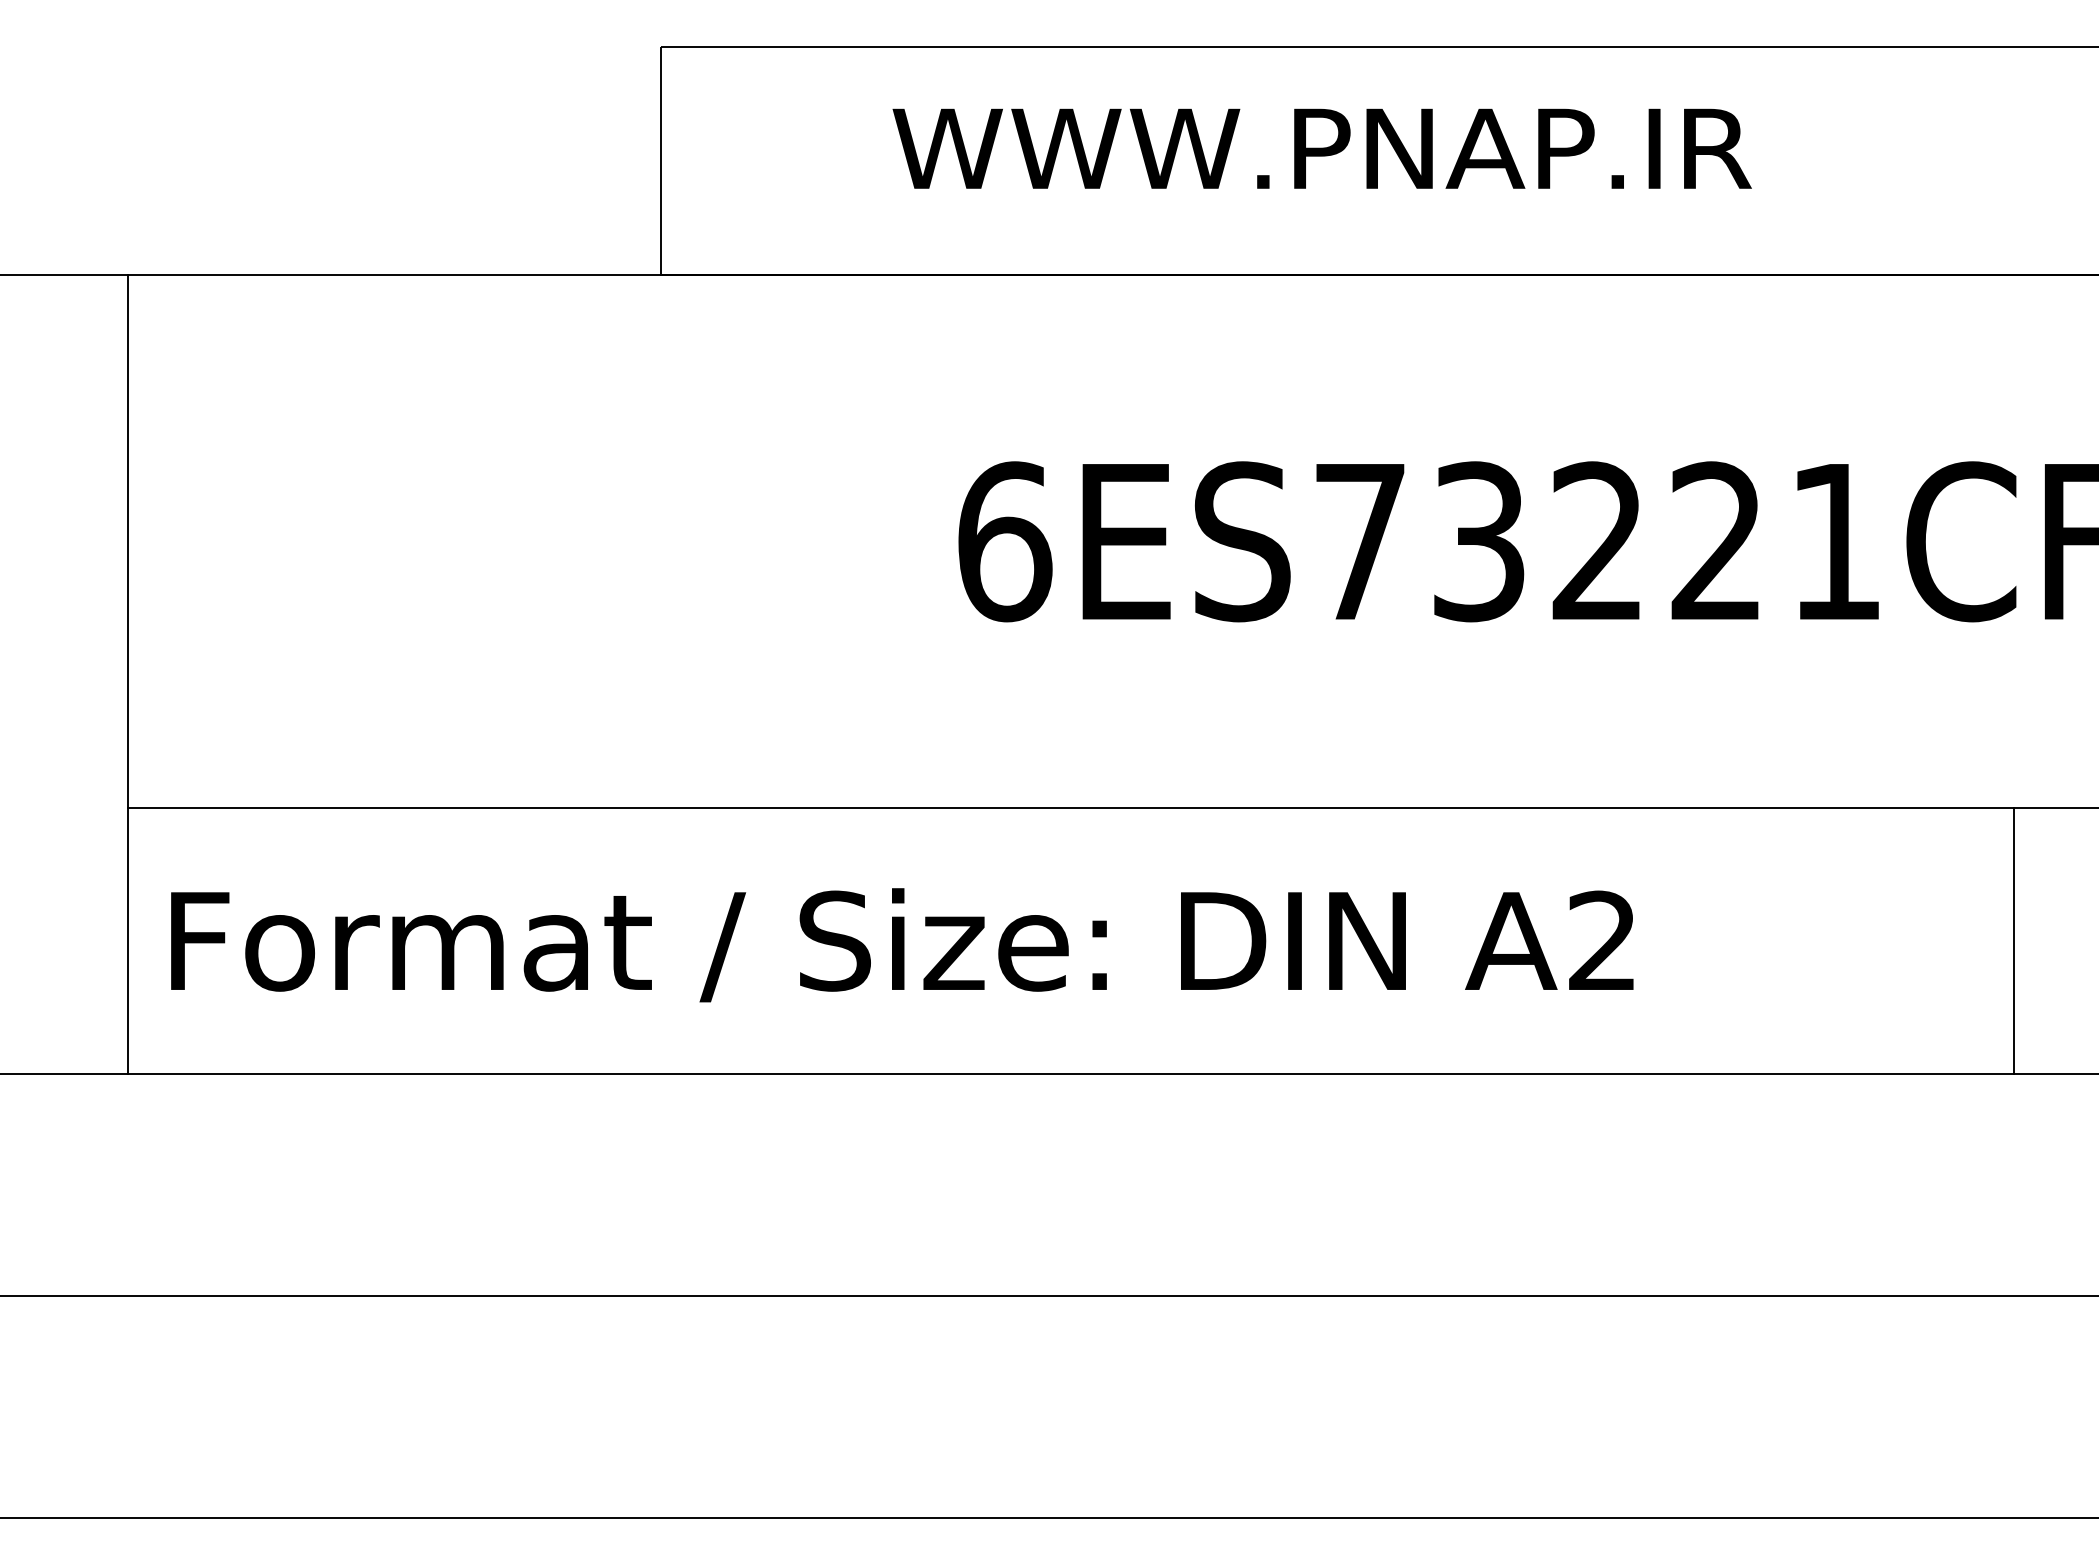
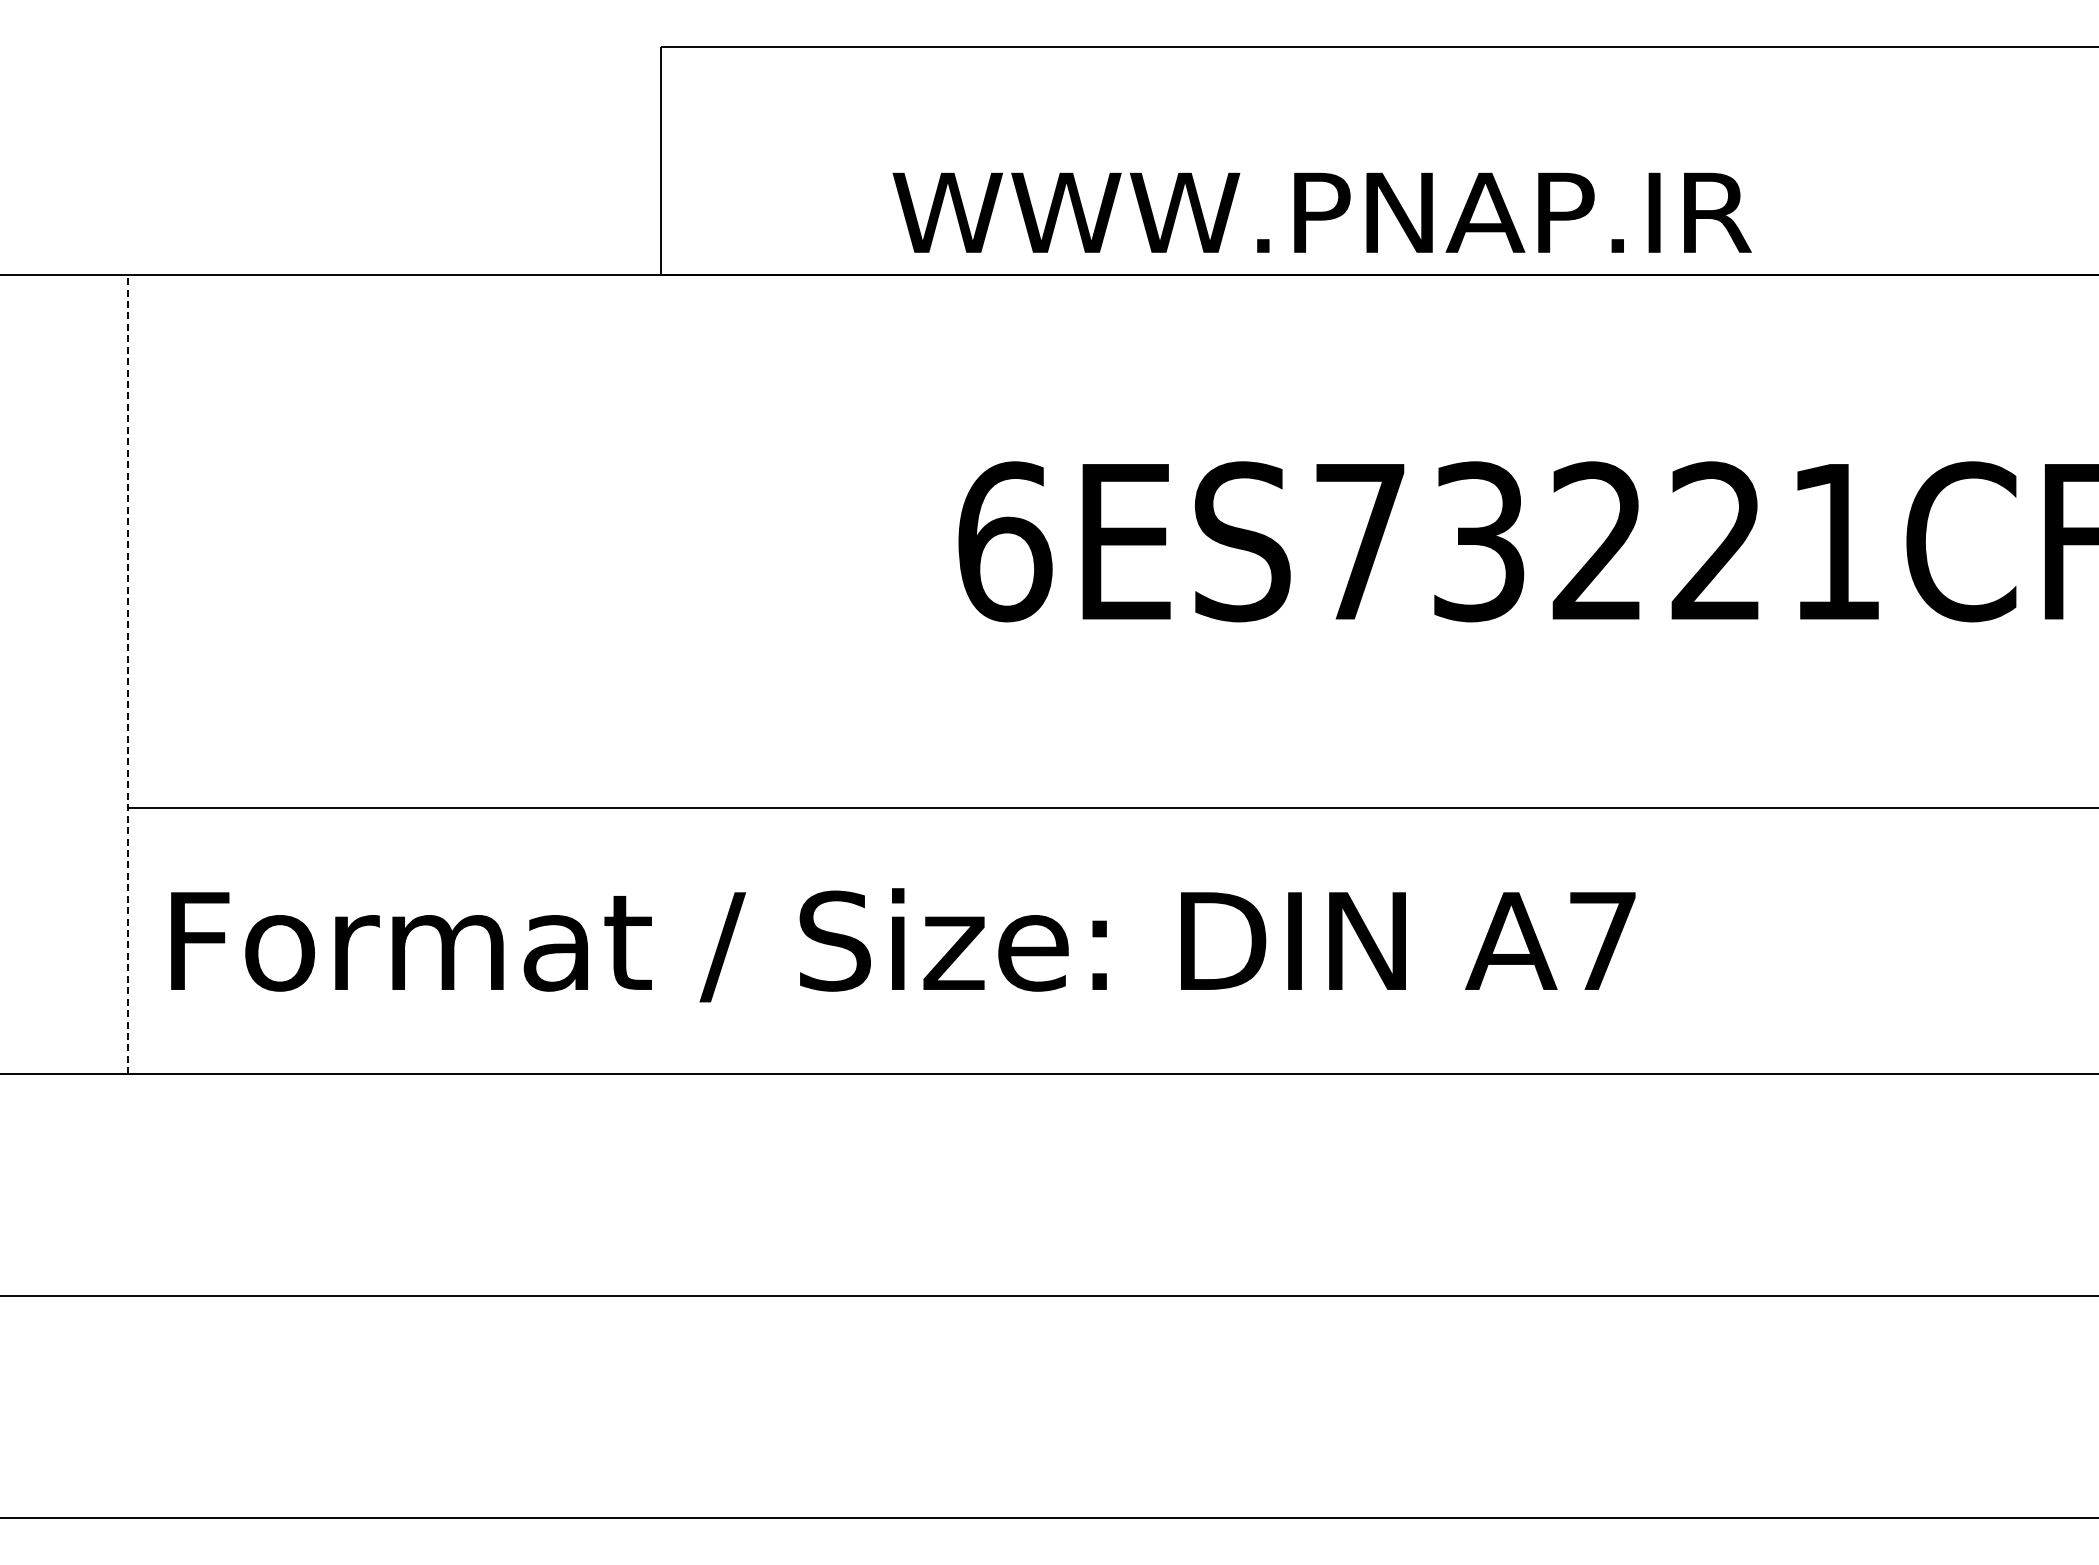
text at (1321, 148) position: (1321, 148) -> (1321, 212)
line at (128, 674): solid -> dashed
text at (1602, 939): A2 -> A7
line at (2014, 941): present -> none
